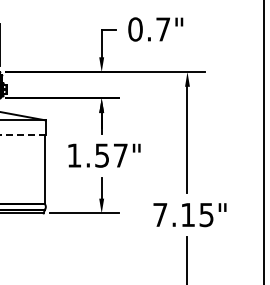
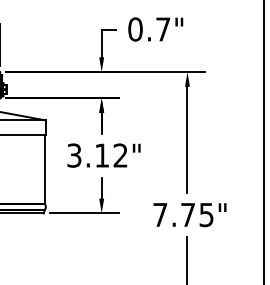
line at (22, 135): dashed -> solid
text at (97, 155): 1.57" -> 3.12"
text at (187, 214): 7.15" -> 7.75"
